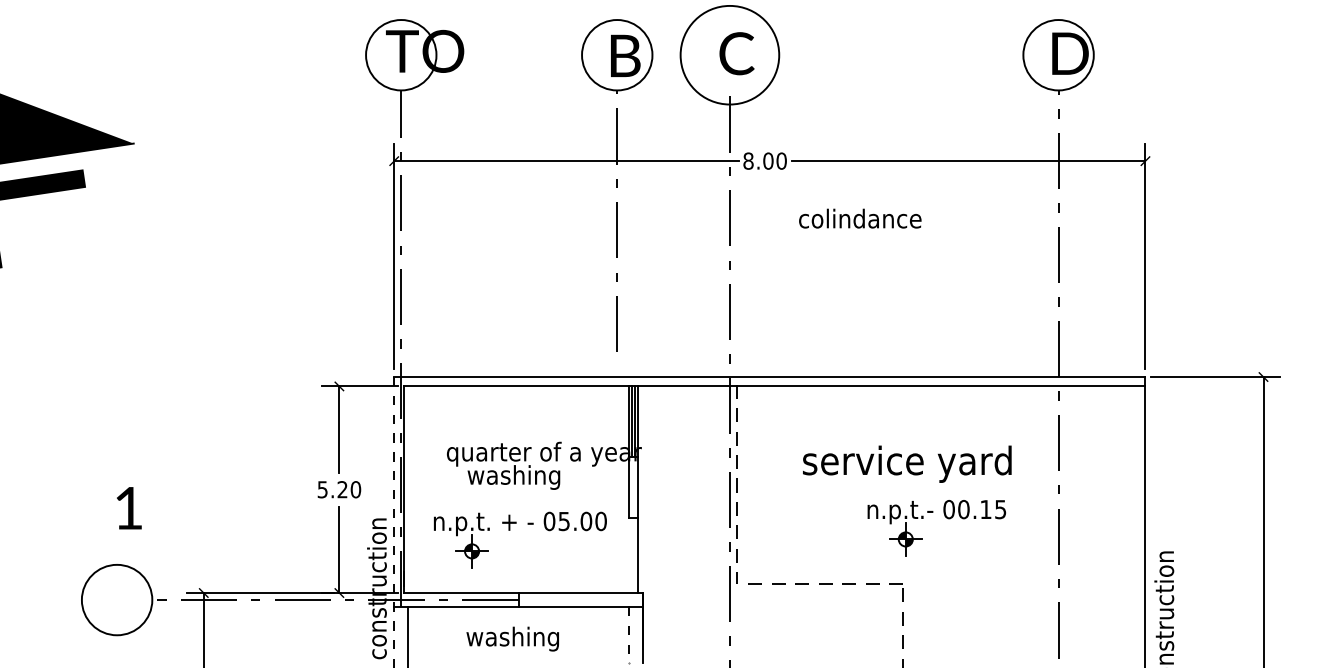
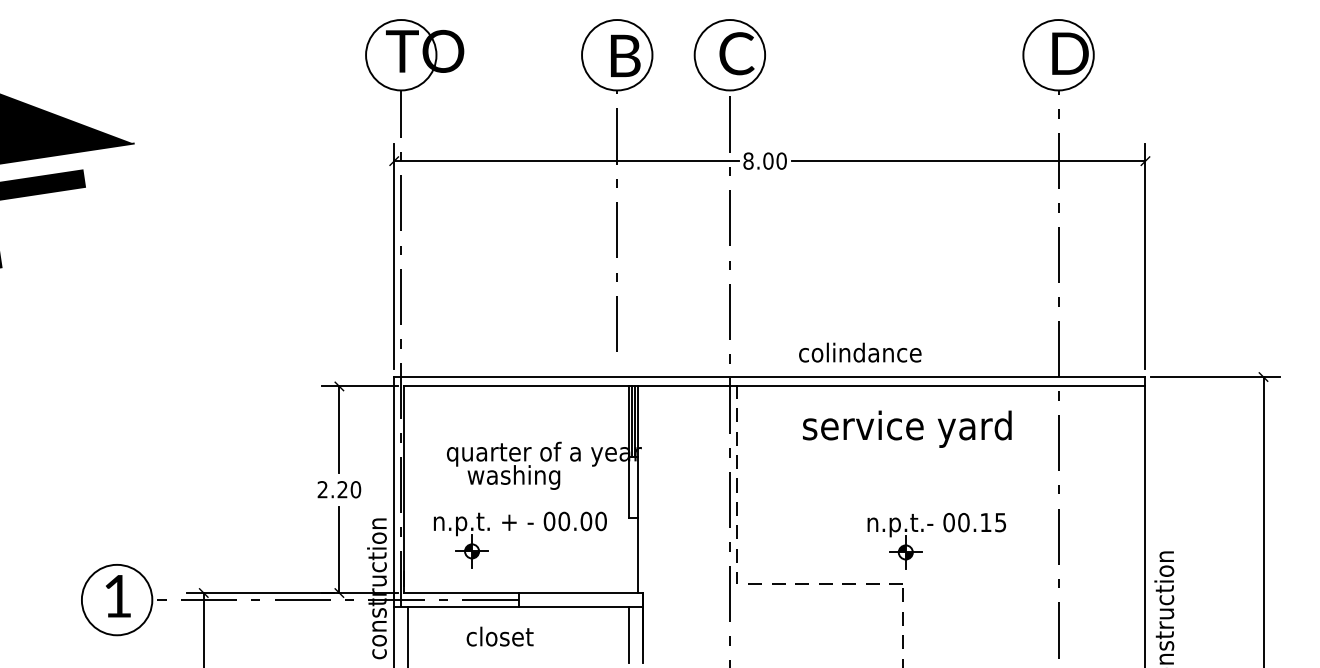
circle at (729, 54) diameter: 99 px -> 70 px
text at (860, 218) position: (860, 218) -> (860, 352)
text at (907, 463) position: (907, 463) -> (907, 428)
text at (322, 489): 5.20 -> 2.20
text at (129, 508) position: (129, 508) -> (118, 596)
part at (946, 518) position: (946, 518) -> (946, 531)
text at (564, 521): 05.00 -> 00.00
line at (394, 522): dashed -> solid
line at (628, 635): dashed -> solid
text at (512, 638): washing -> closet
